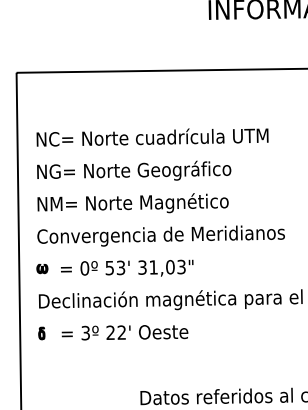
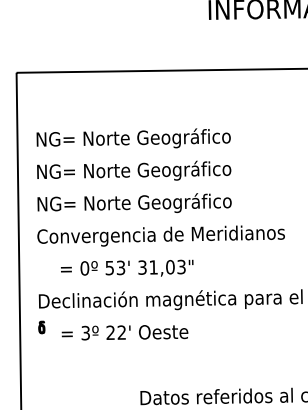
text at (161, 138): NC= Norte cuadrícula UTM -> NG= Norte Geográfico
text at (140, 203): NM= Norte Magnético -> NG= Norte Geográfico
part at (42, 269): present -> none
part at (41, 333) position: (41, 333) -> (41, 327)
